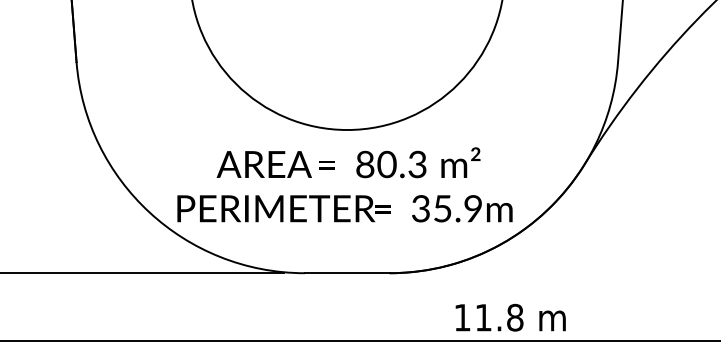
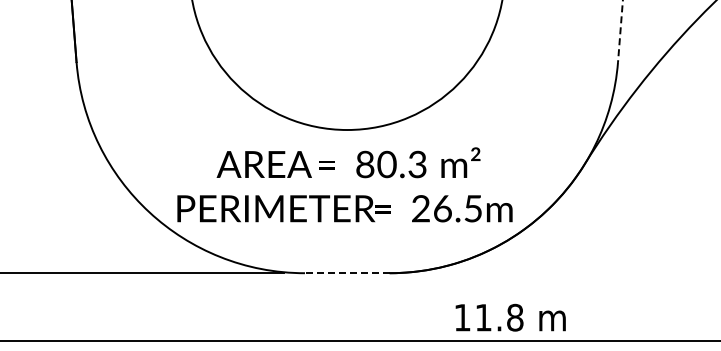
line at (620, 31): solid -> dashed
text at (446, 208): 35.9m -> 26.5m
line at (346, 273): solid -> dashed
